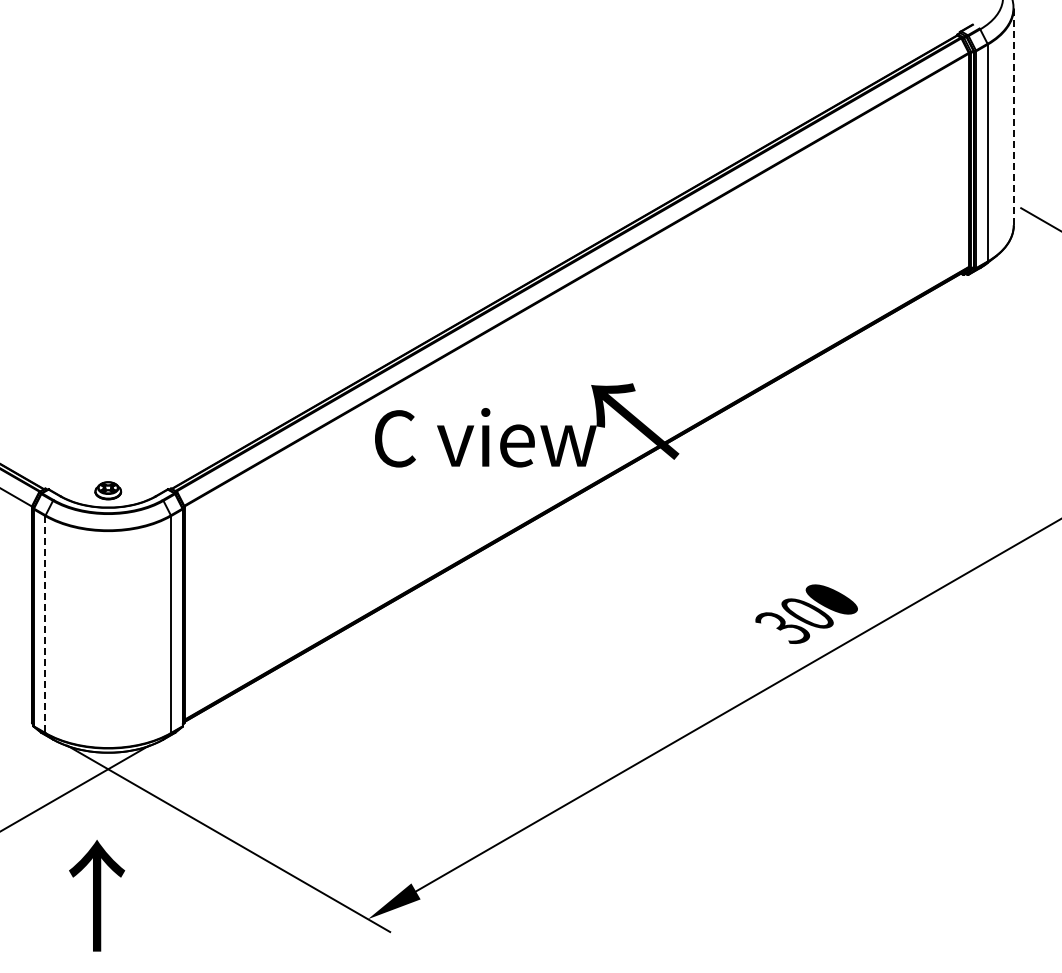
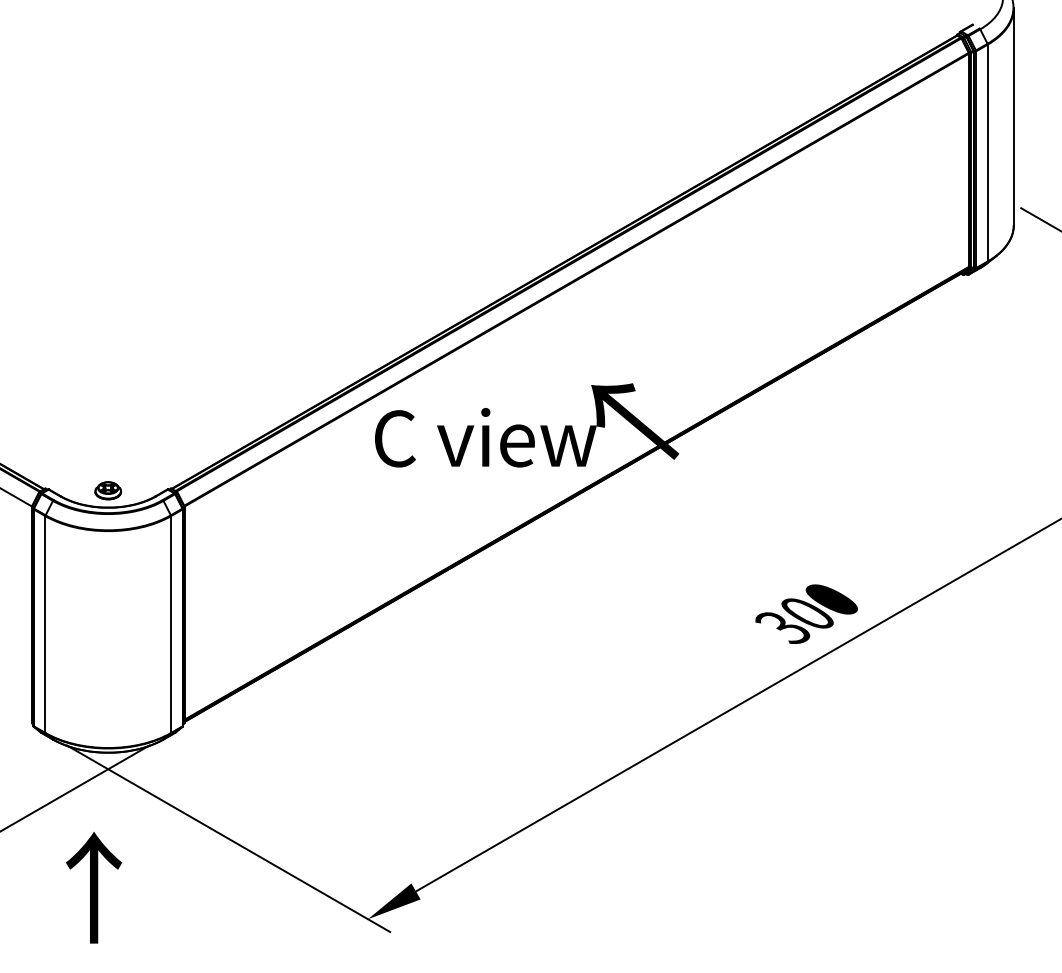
line at (1013, 116): dashed -> solid
line at (45, 625): dashed -> solid
text at (97, 895) position: (97, 895) -> (94, 887)
